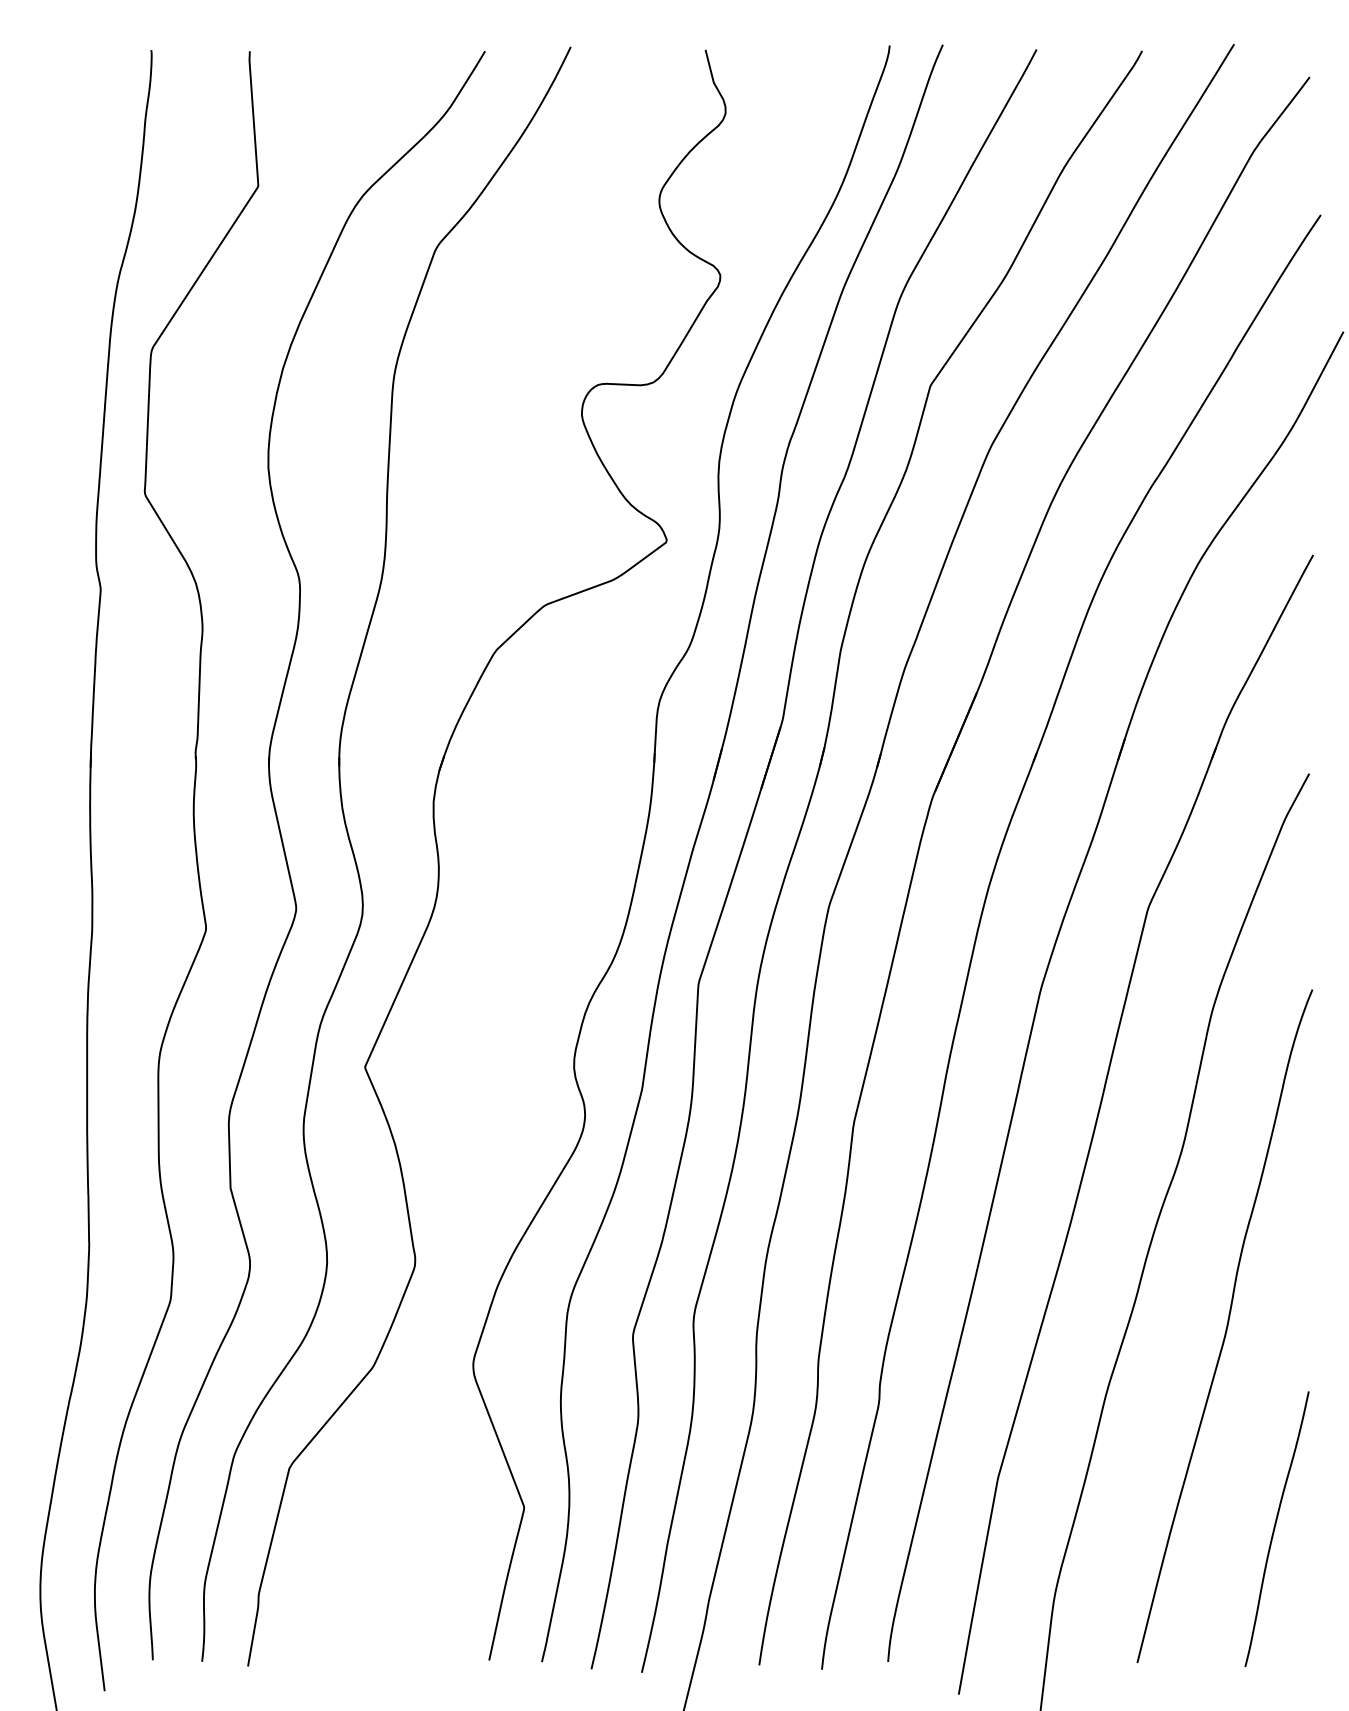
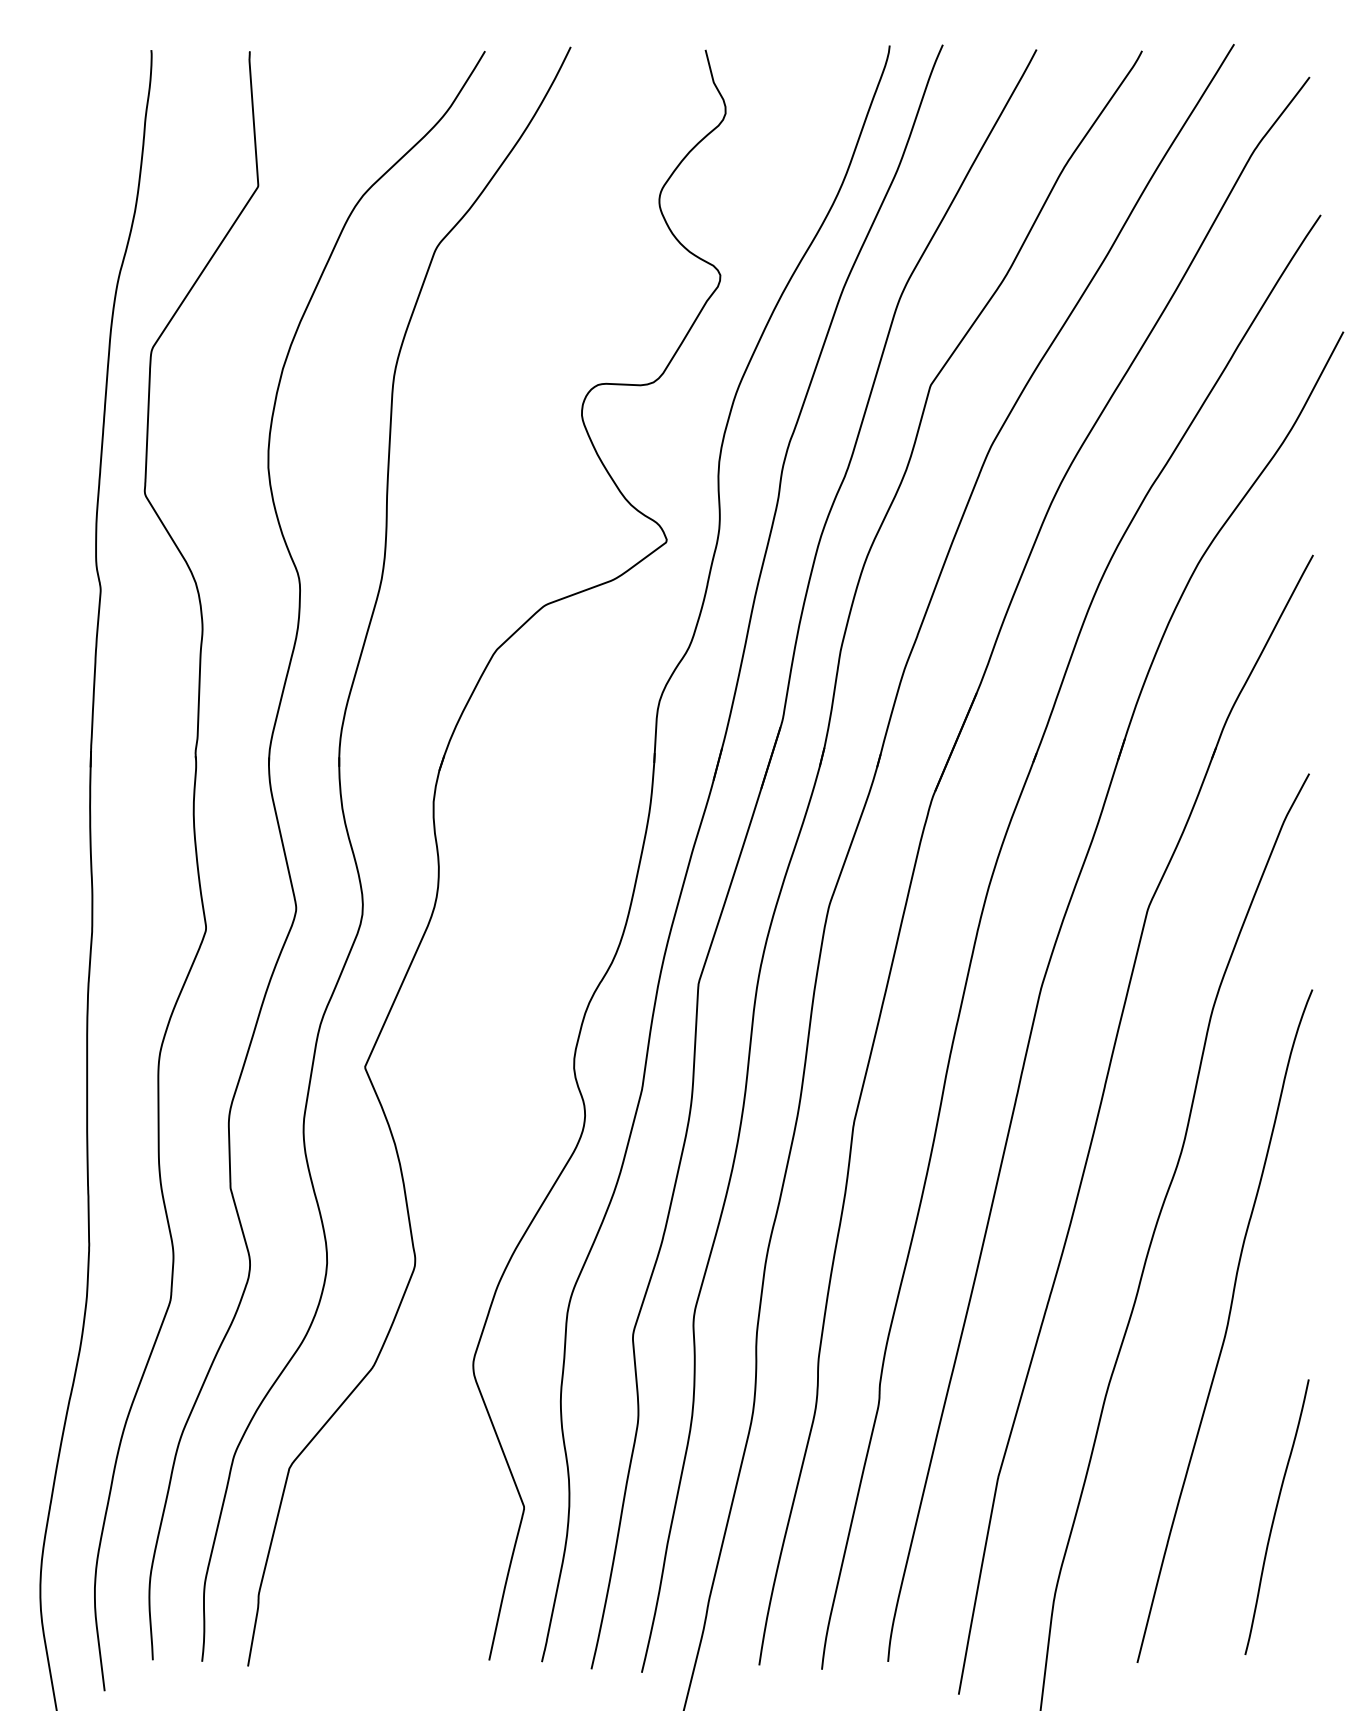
curve at (1275, 1528) position: (1275, 1528) -> (1275, 1516)
